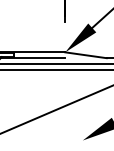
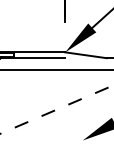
line at (56, 64): present -> none
line at (56, 109): solid -> dashed
